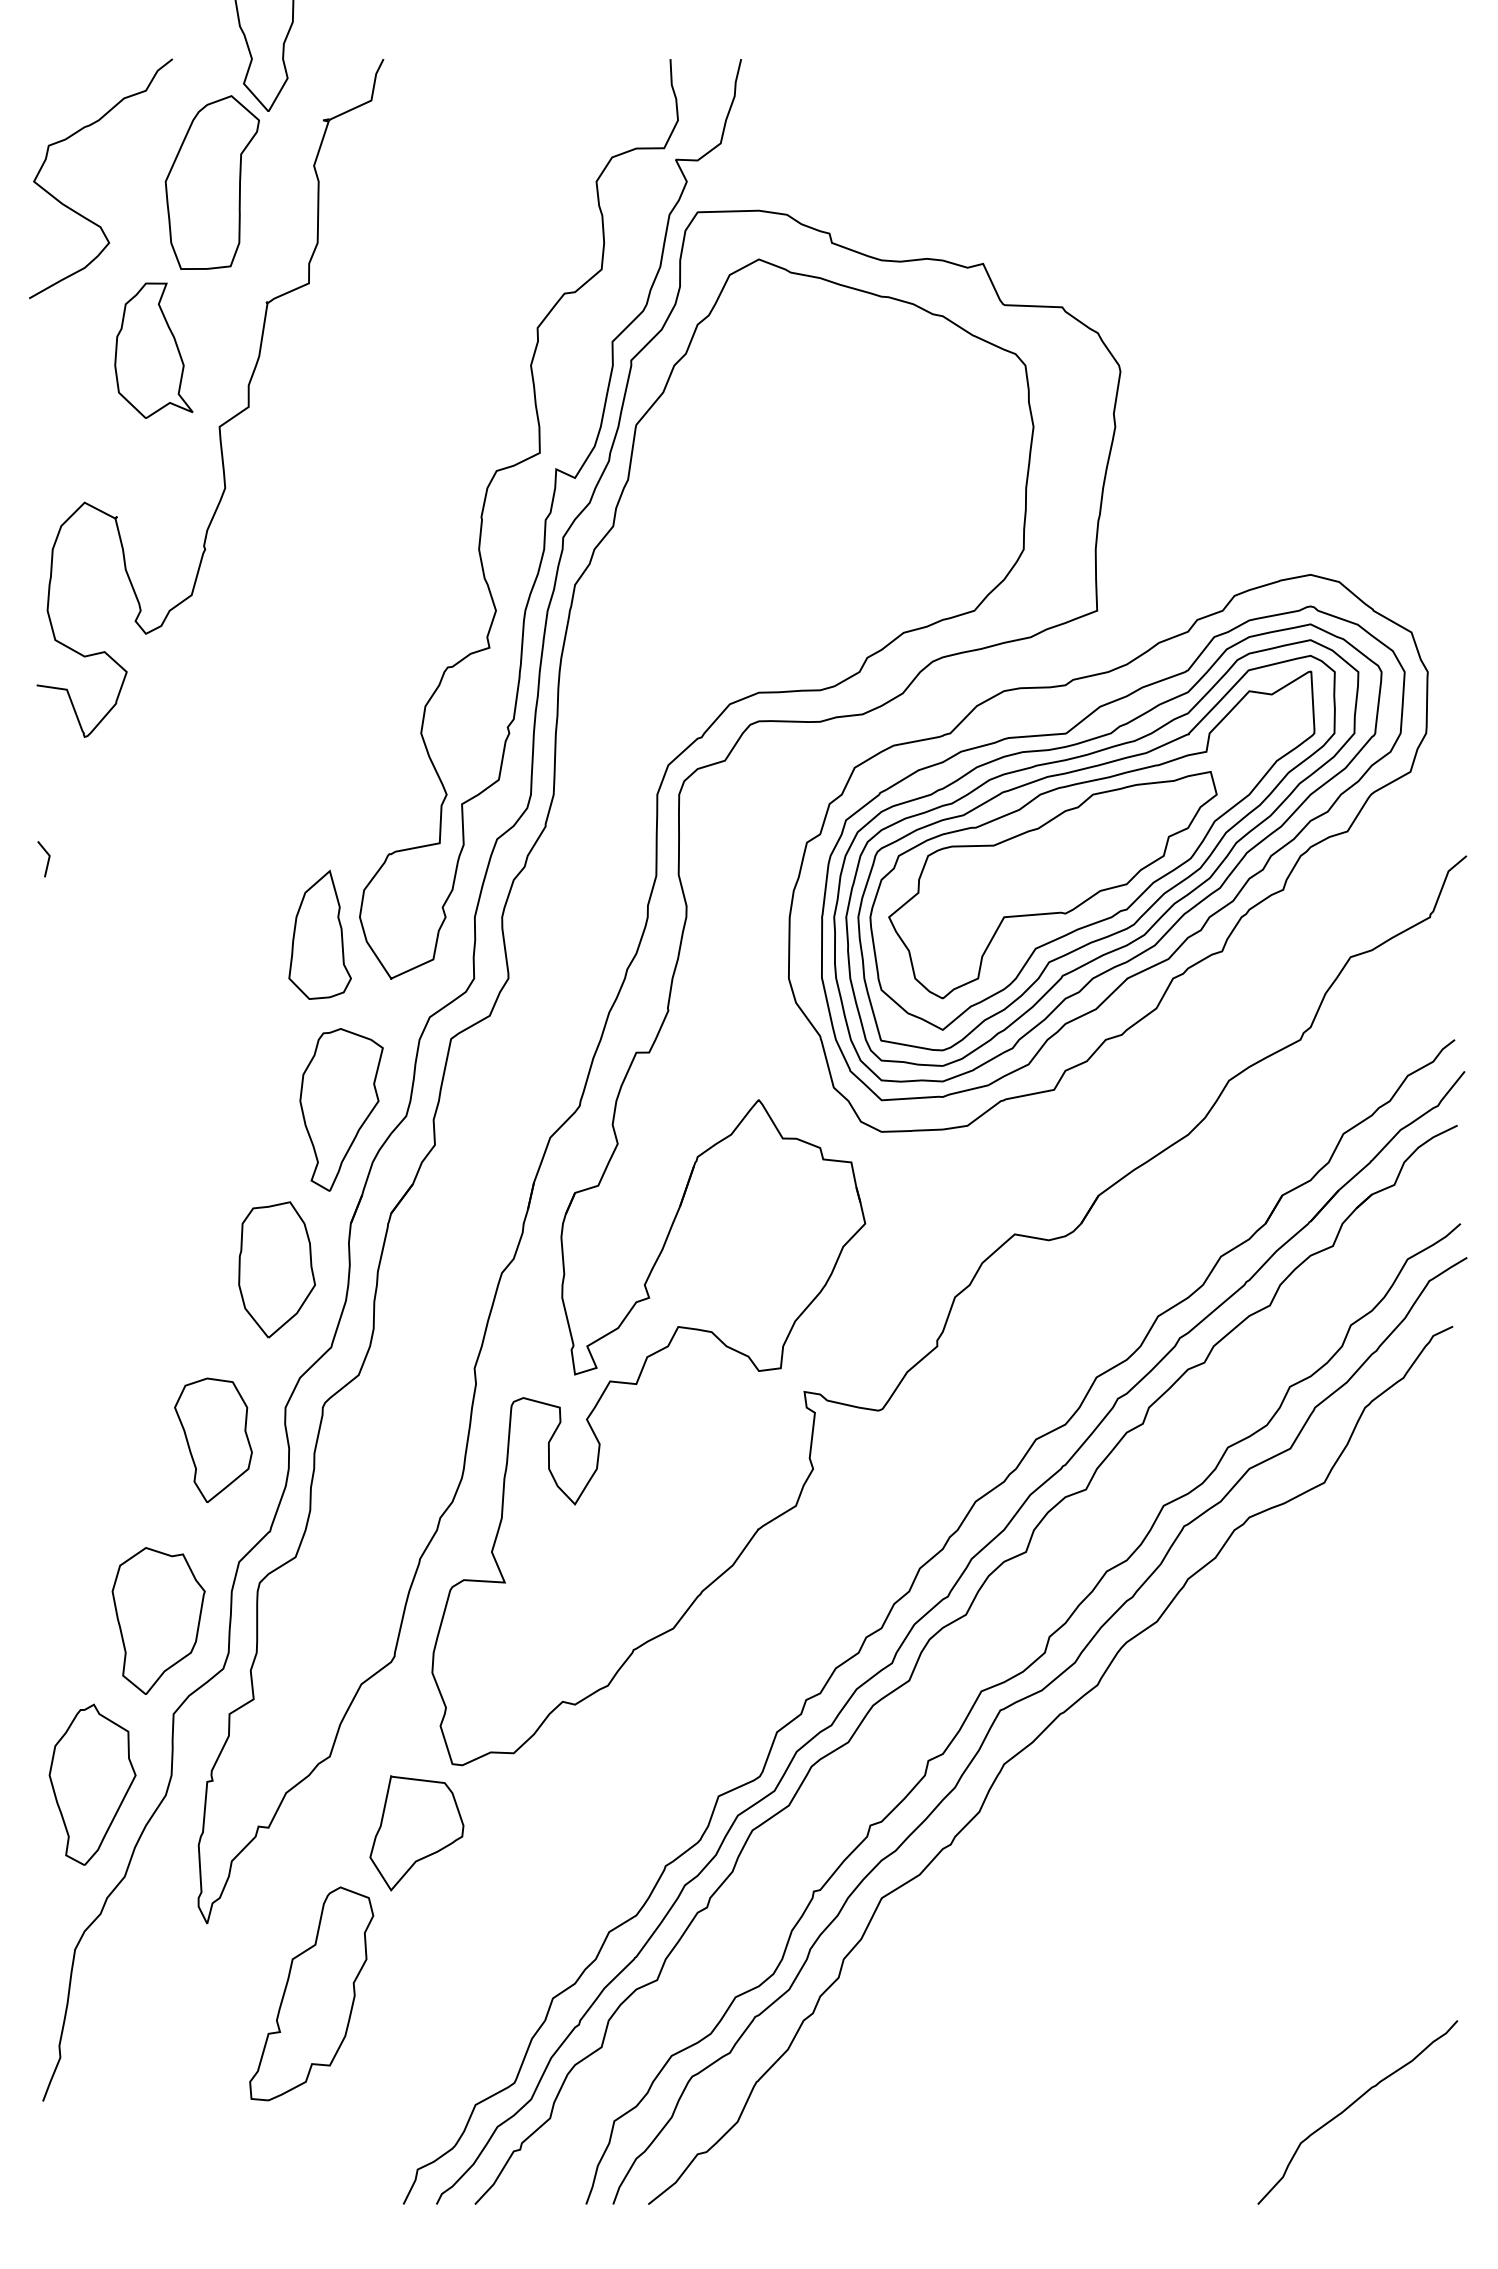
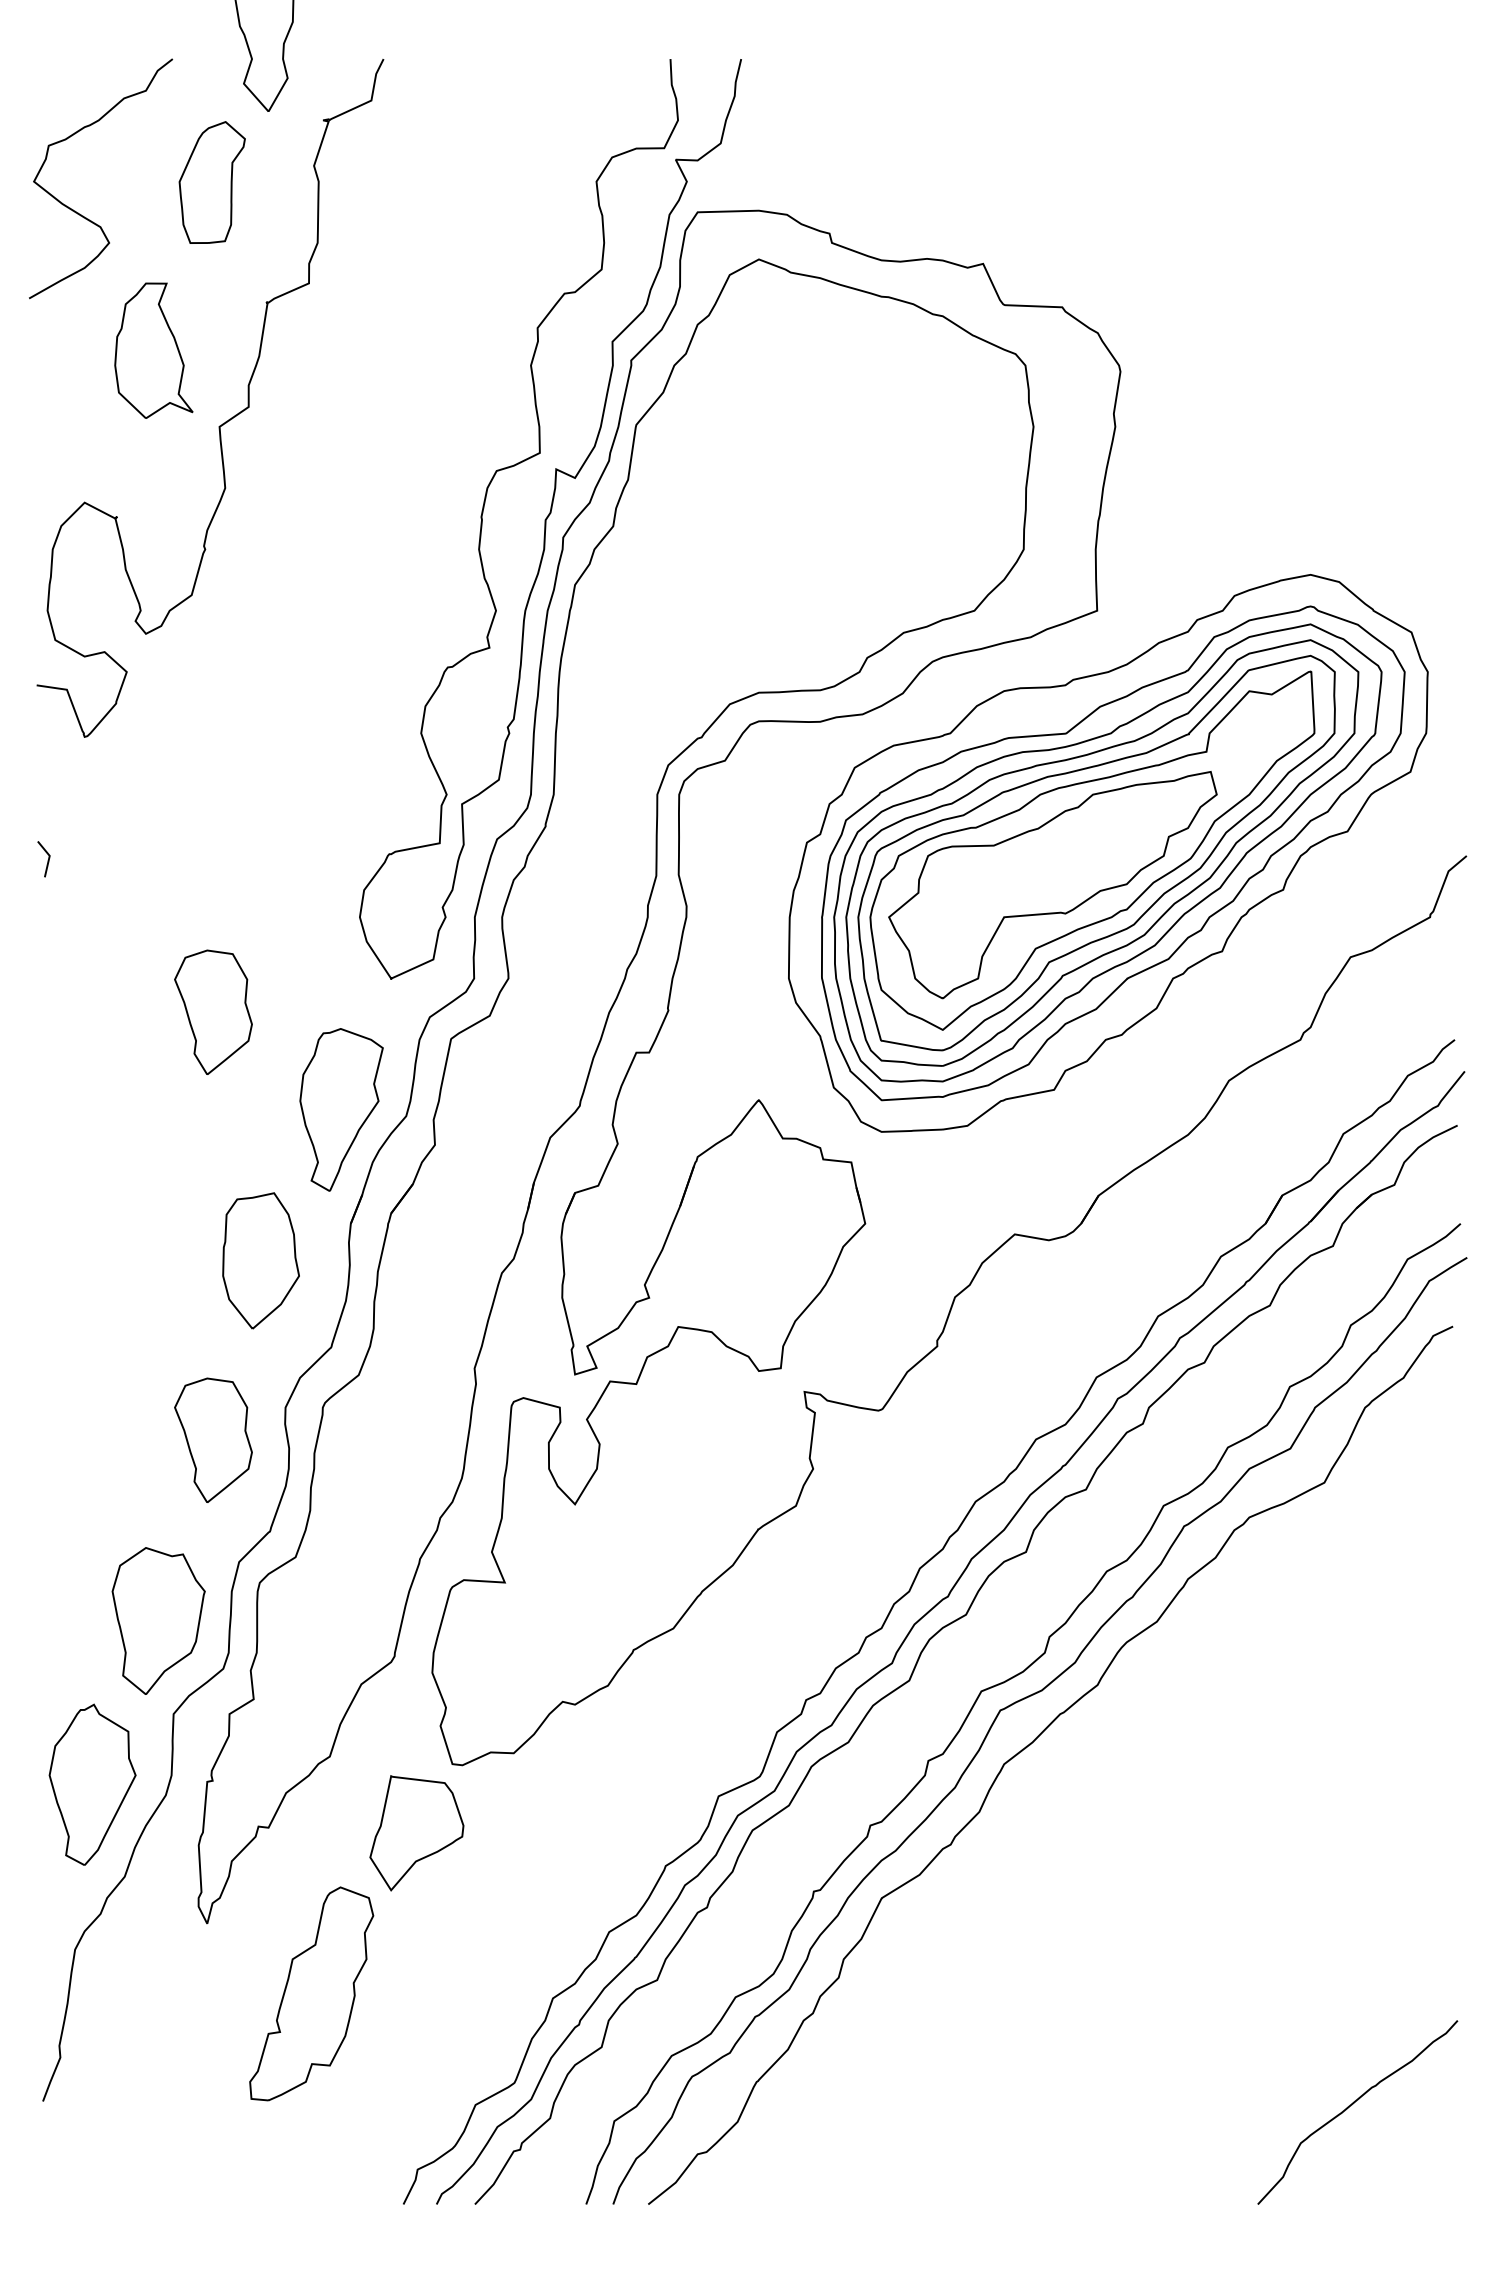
part at (211, 182) size: 96x175 px -> 68x123 px
part at (319, 934): present -> none
part at (213, 1011): none -> present
part at (276, 1269) position: (276, 1269) -> (260, 1260)
